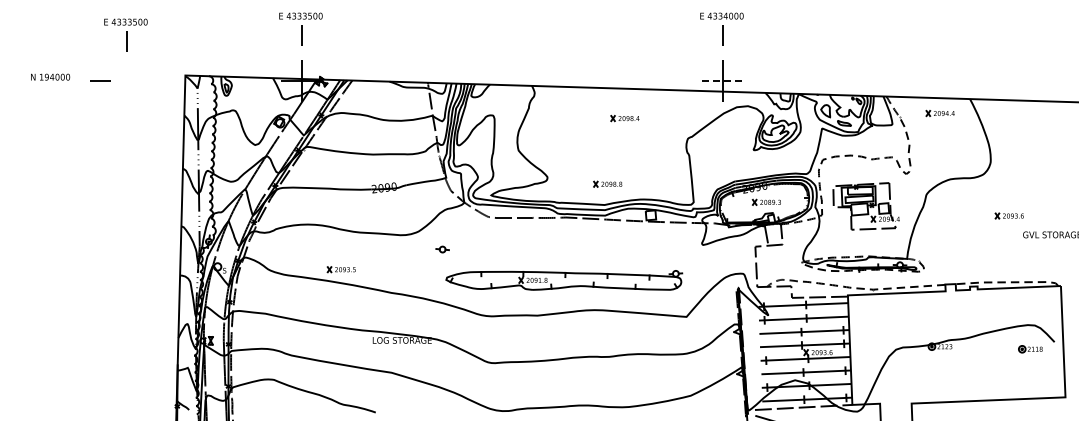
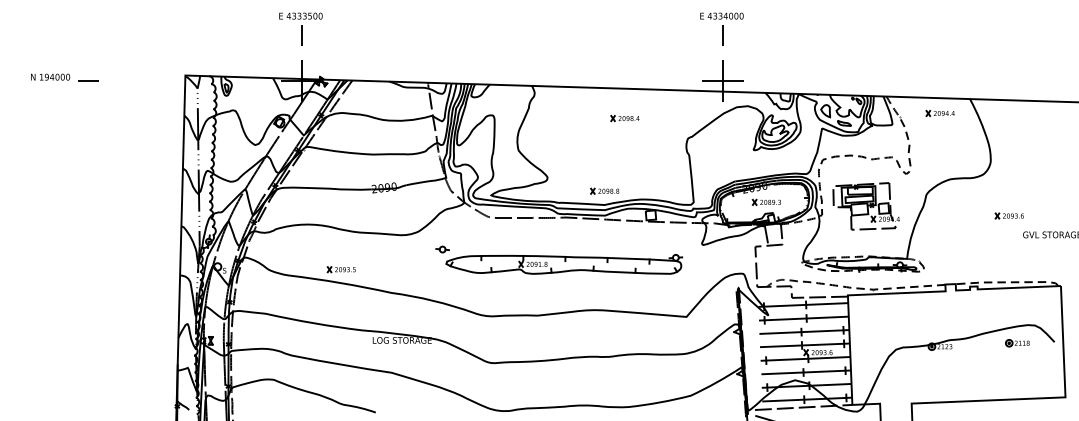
part at (125, 34): present -> none
line at (100, 80) position: (100, 80) -> (88, 80)
line at (723, 80): dashed -> solid
part at (607, 183) position: (607, 183) -> (604, 190)
part at (564, 280) position: (564, 280) -> (564, 264)
part at (1030, 349) position: (1030, 349) -> (1017, 343)
